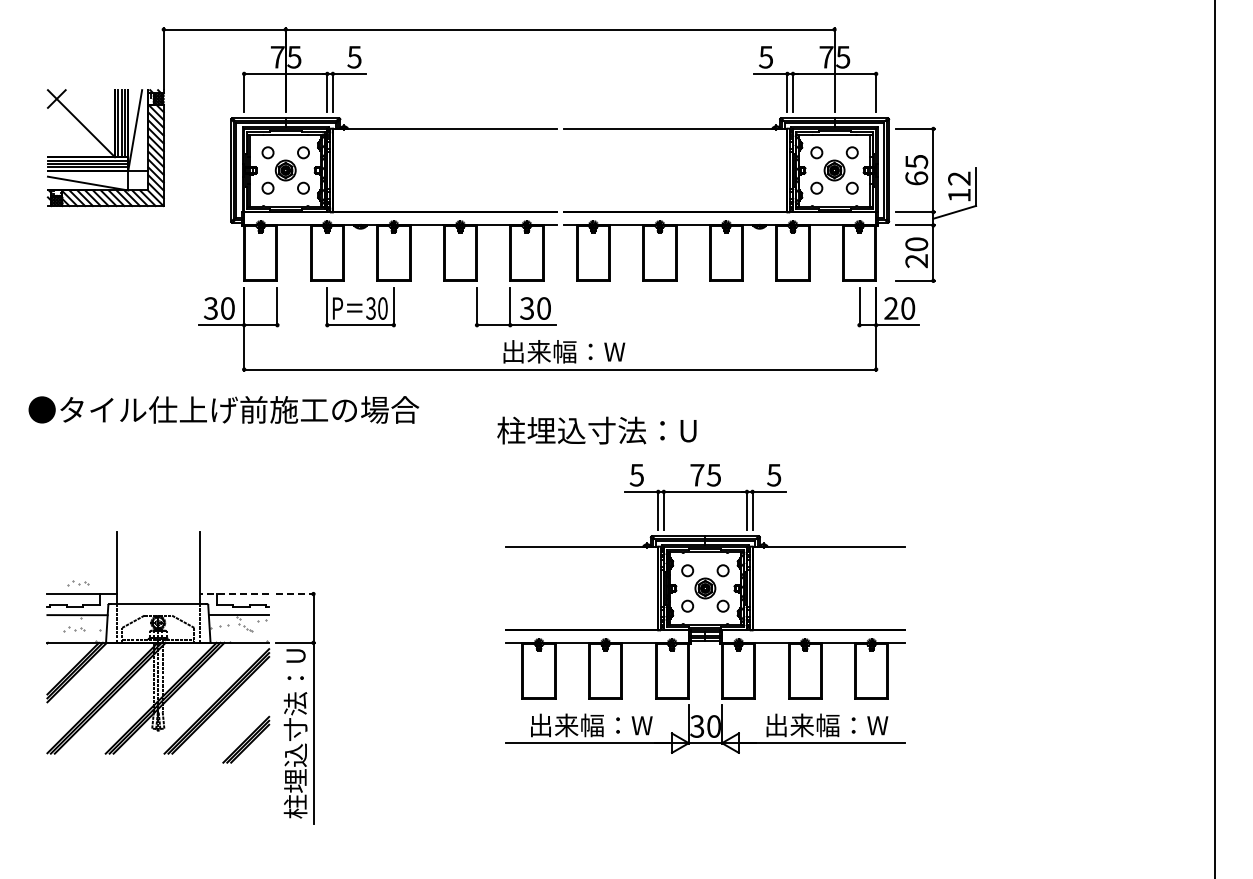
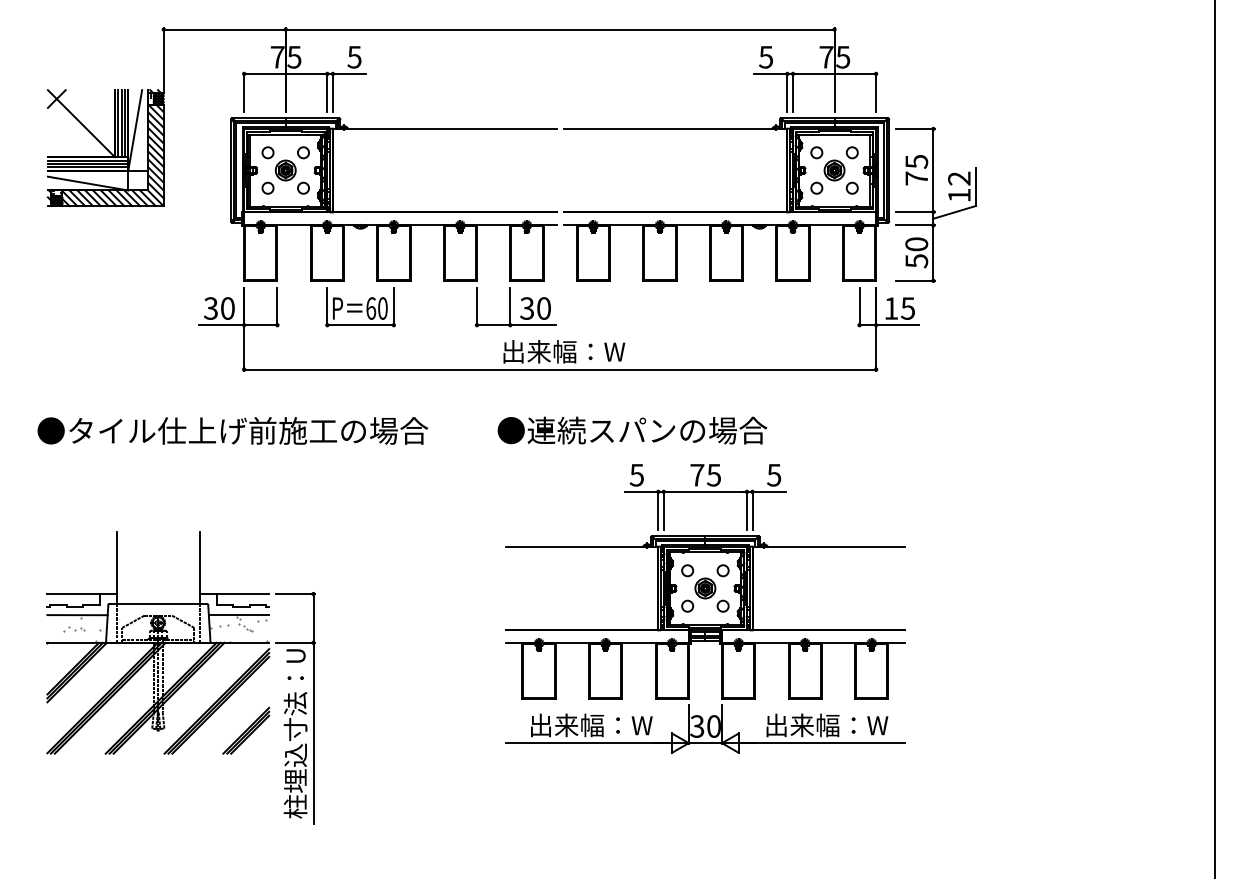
text at (916, 178): 65 -> 75
text at (916, 261): 20 -> 50
text at (371, 308): 30 -> 60
text at (899, 308): 20 -> 15
text at (223, 409) position: (223, 409) -> (232, 430)
text at (632, 430): 柱埋込寸法：U -> ●連続スパンの場合
part at (78, 583): present -> none
line at (234, 594): dashed -> solid
line at (295, 594): dashed -> solid
part at (246, 739) position: (246, 739) -> (246, 730)
